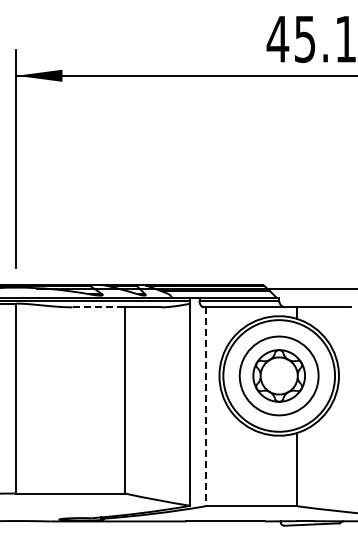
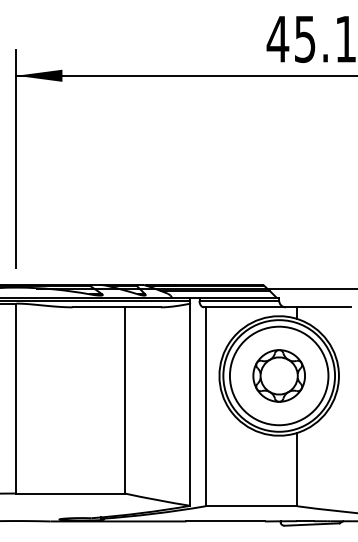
line at (99, 307): dashed -> solid
circle at (278, 375) diameter: 79 px -> 99 px
line at (205, 407): dashed -> solid
